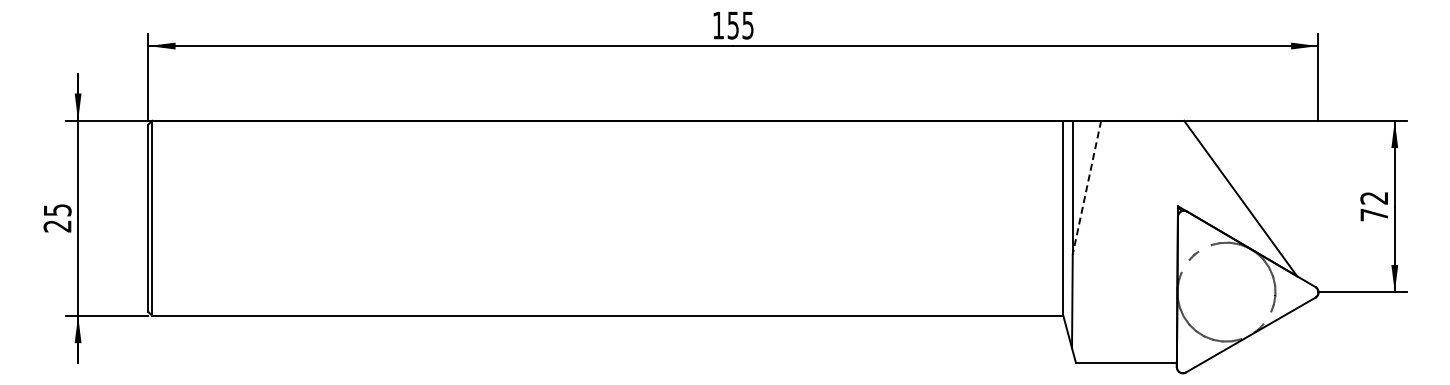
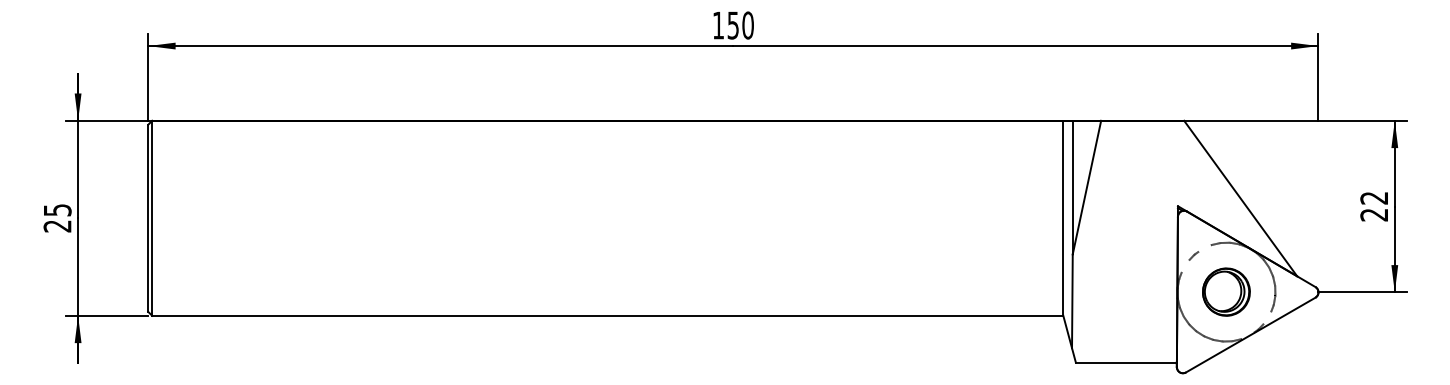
text at (747, 25): 155 -> 150
line at (1086, 188): dashed -> solid
text at (1373, 214): 72 -> 22
part at (1226, 291): none -> present
